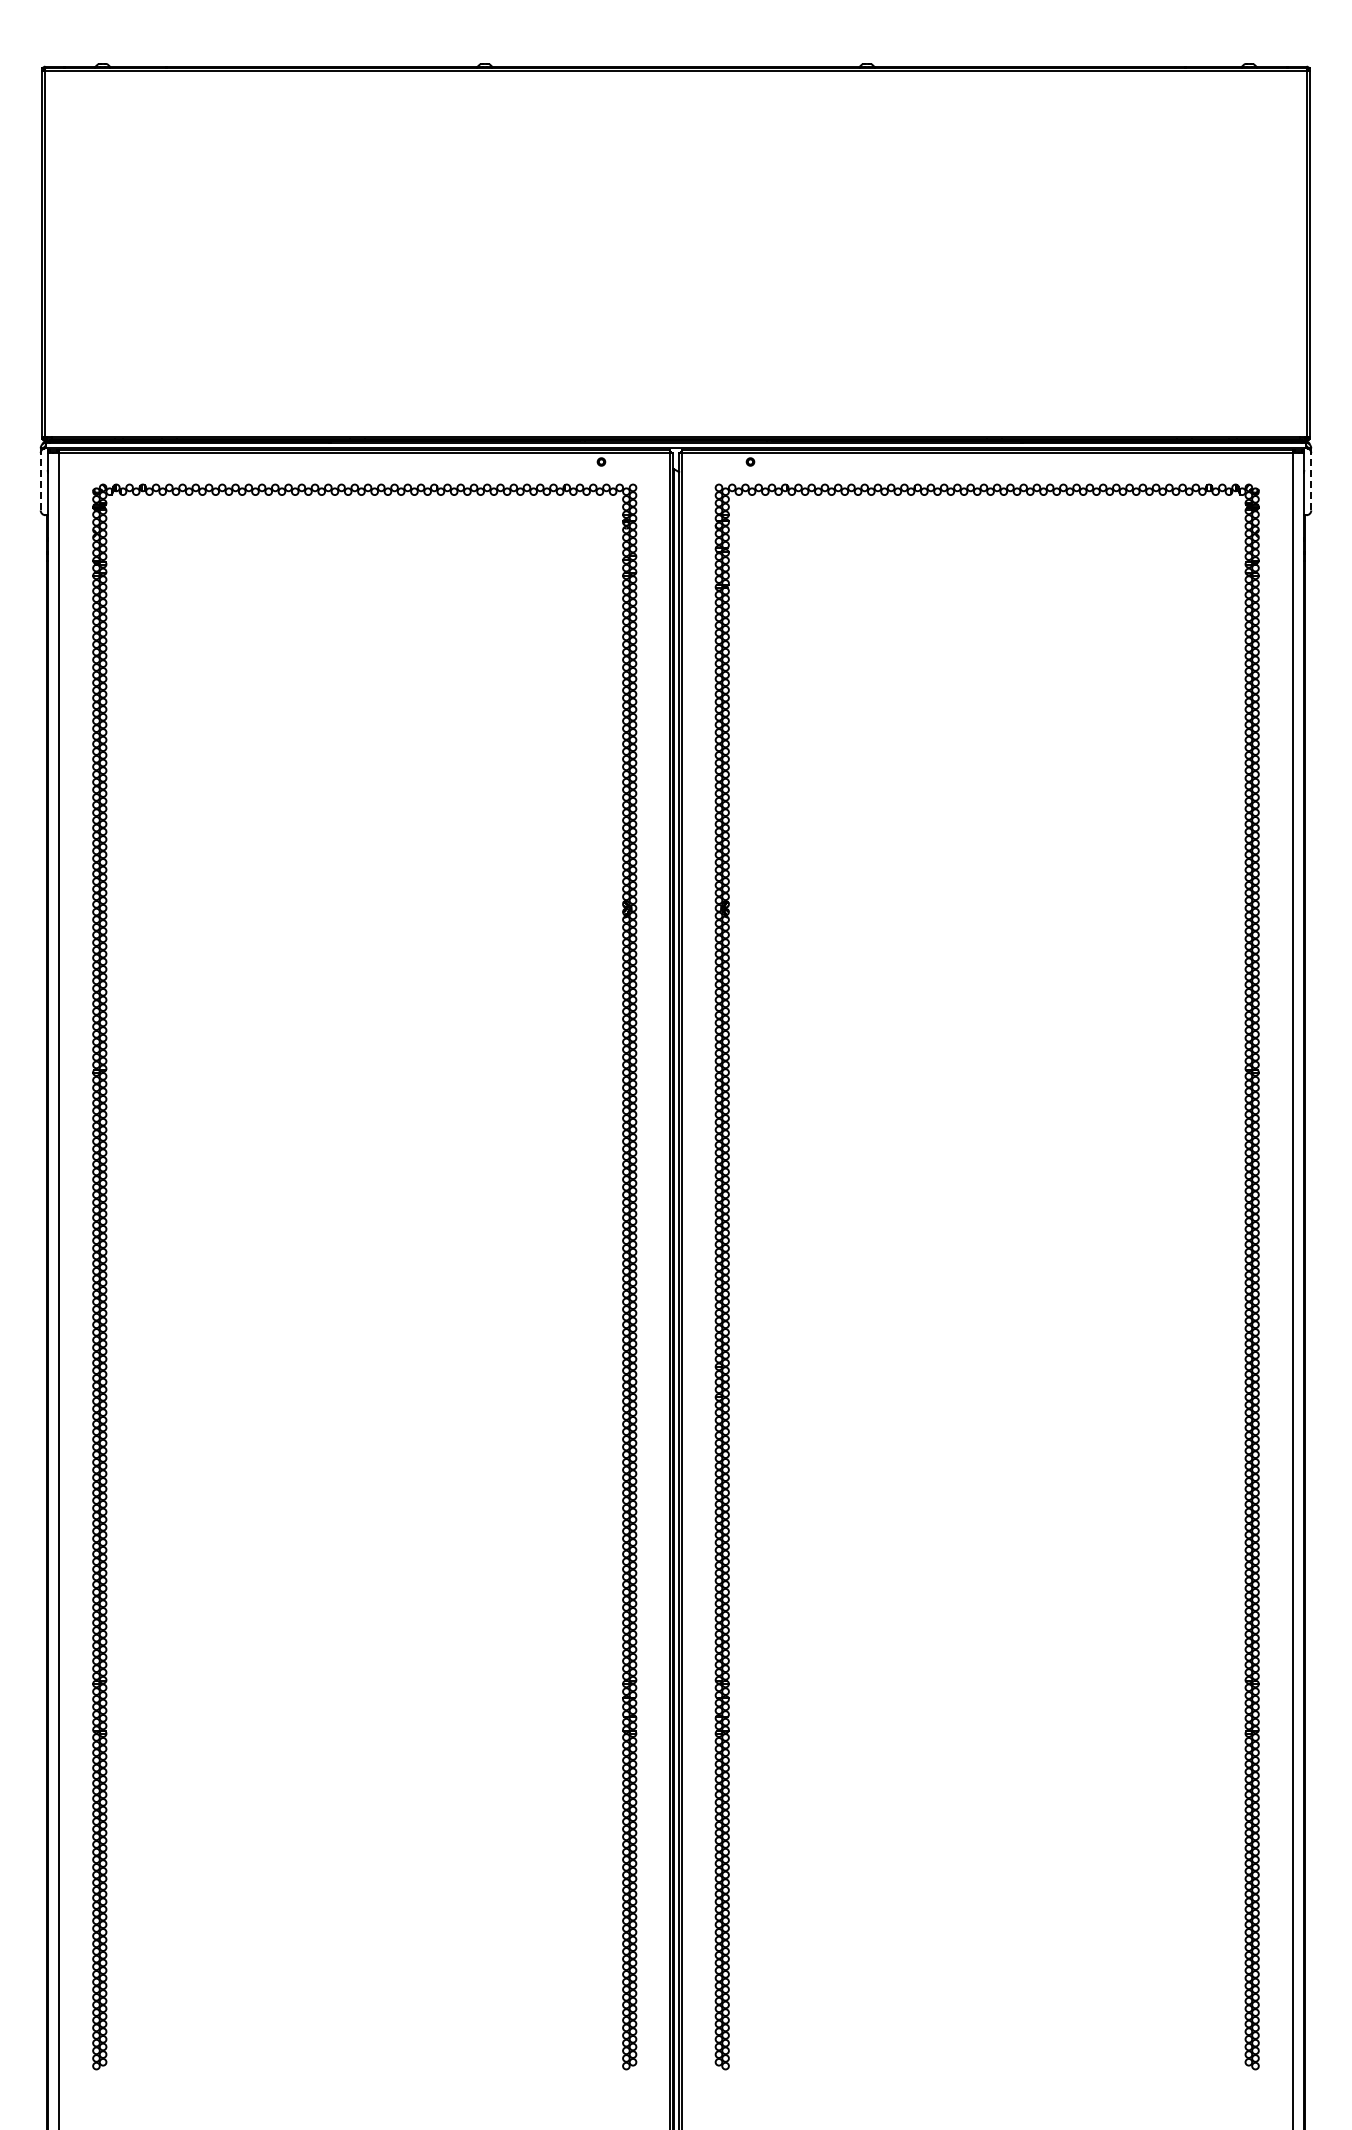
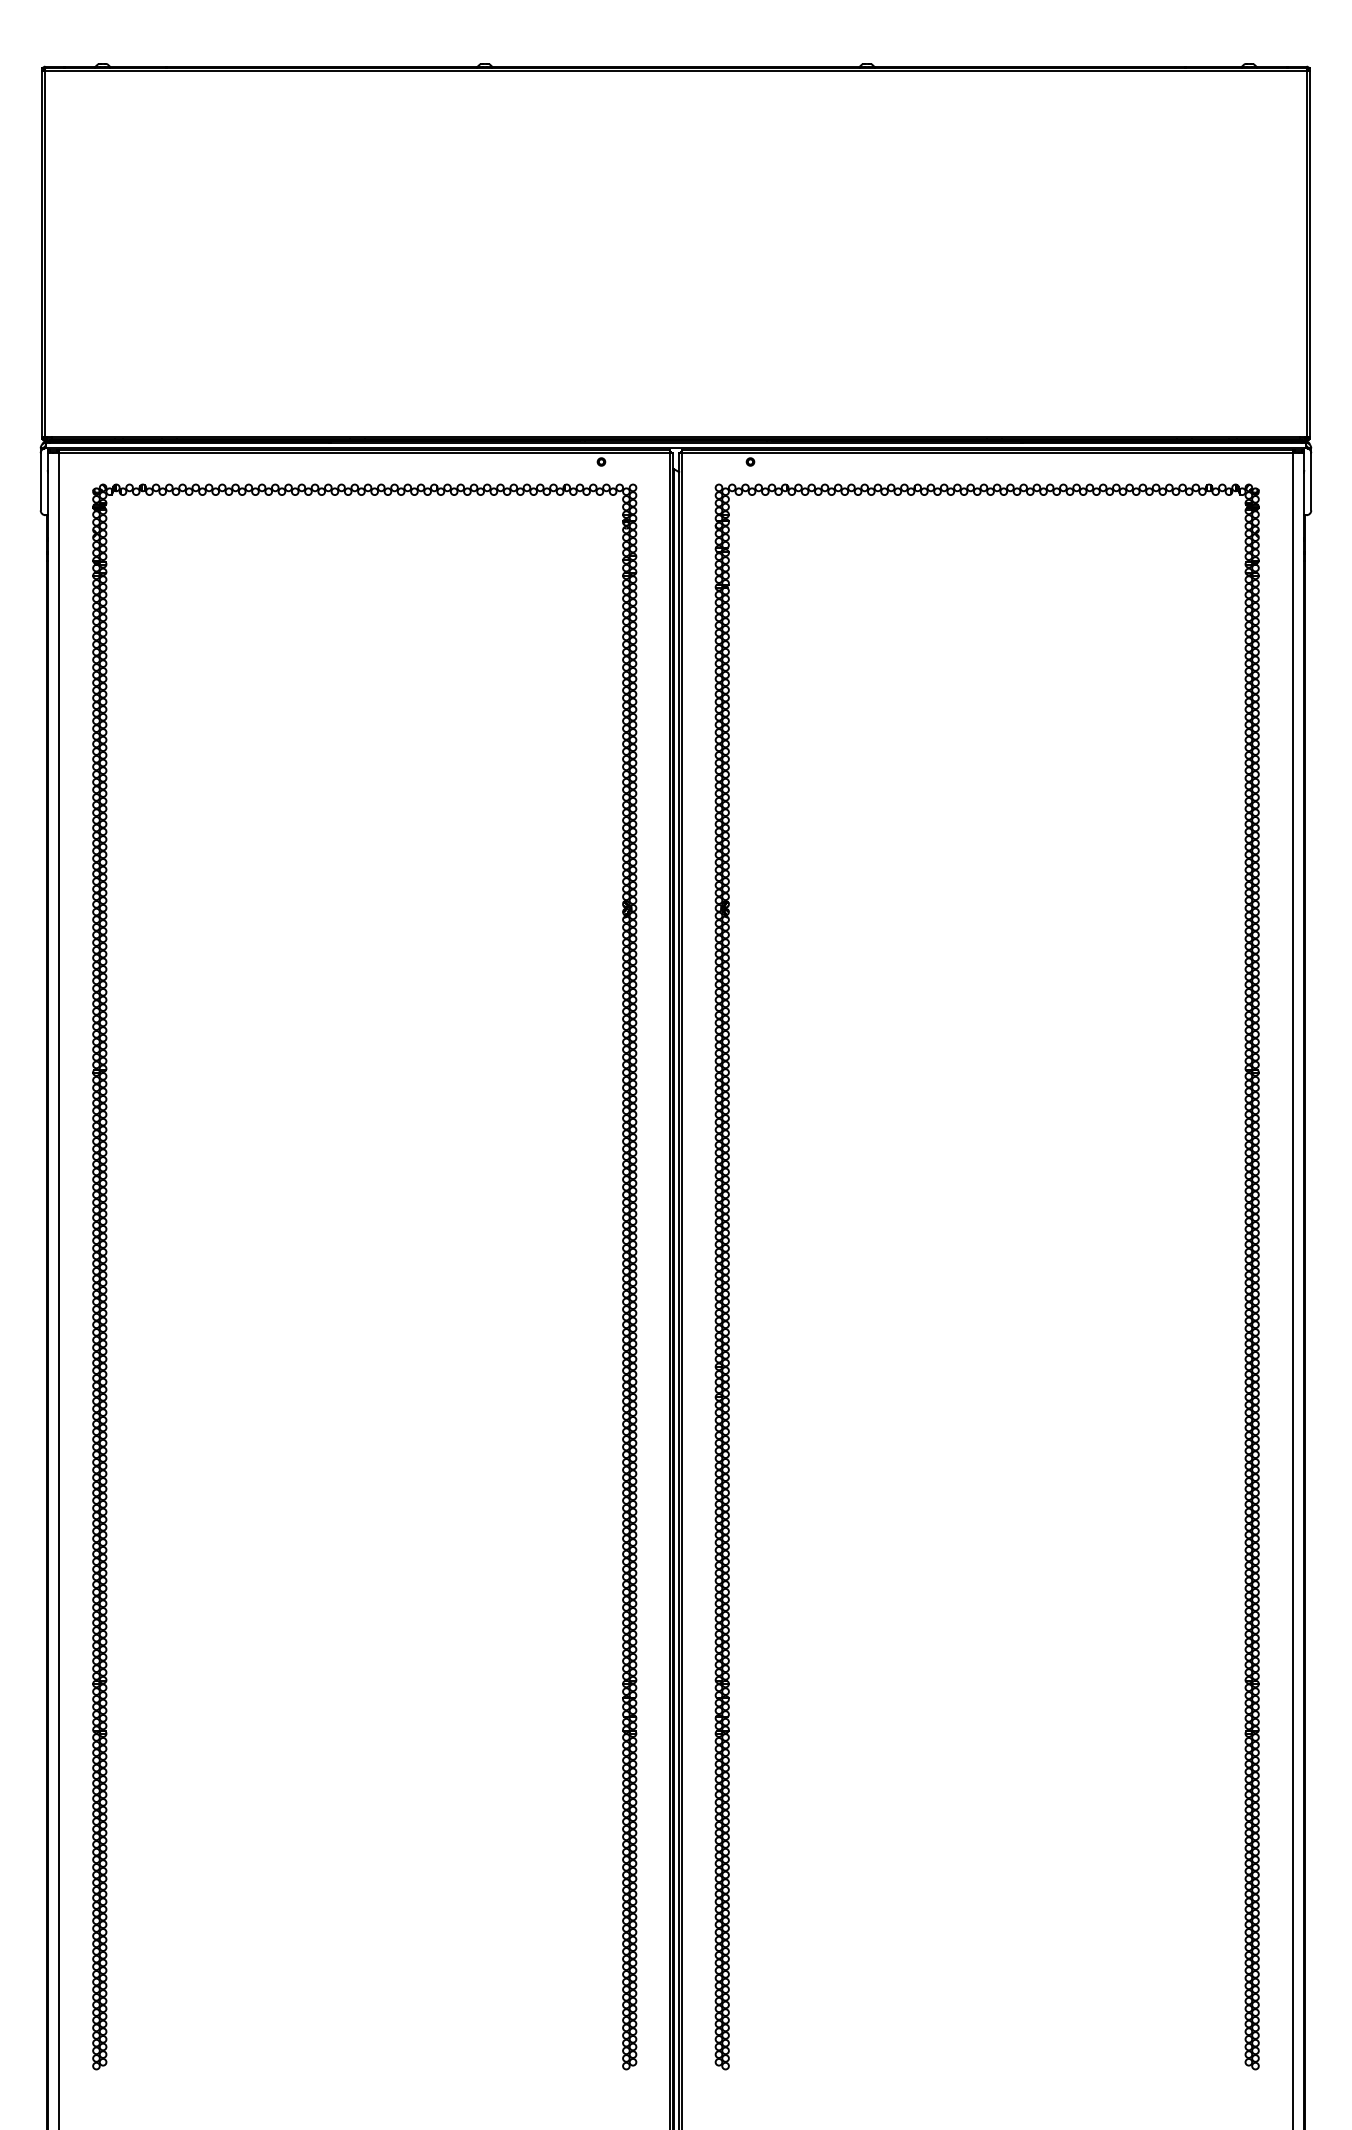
line at (40, 481): dashed -> solid
line at (1311, 481): dashed -> solid
